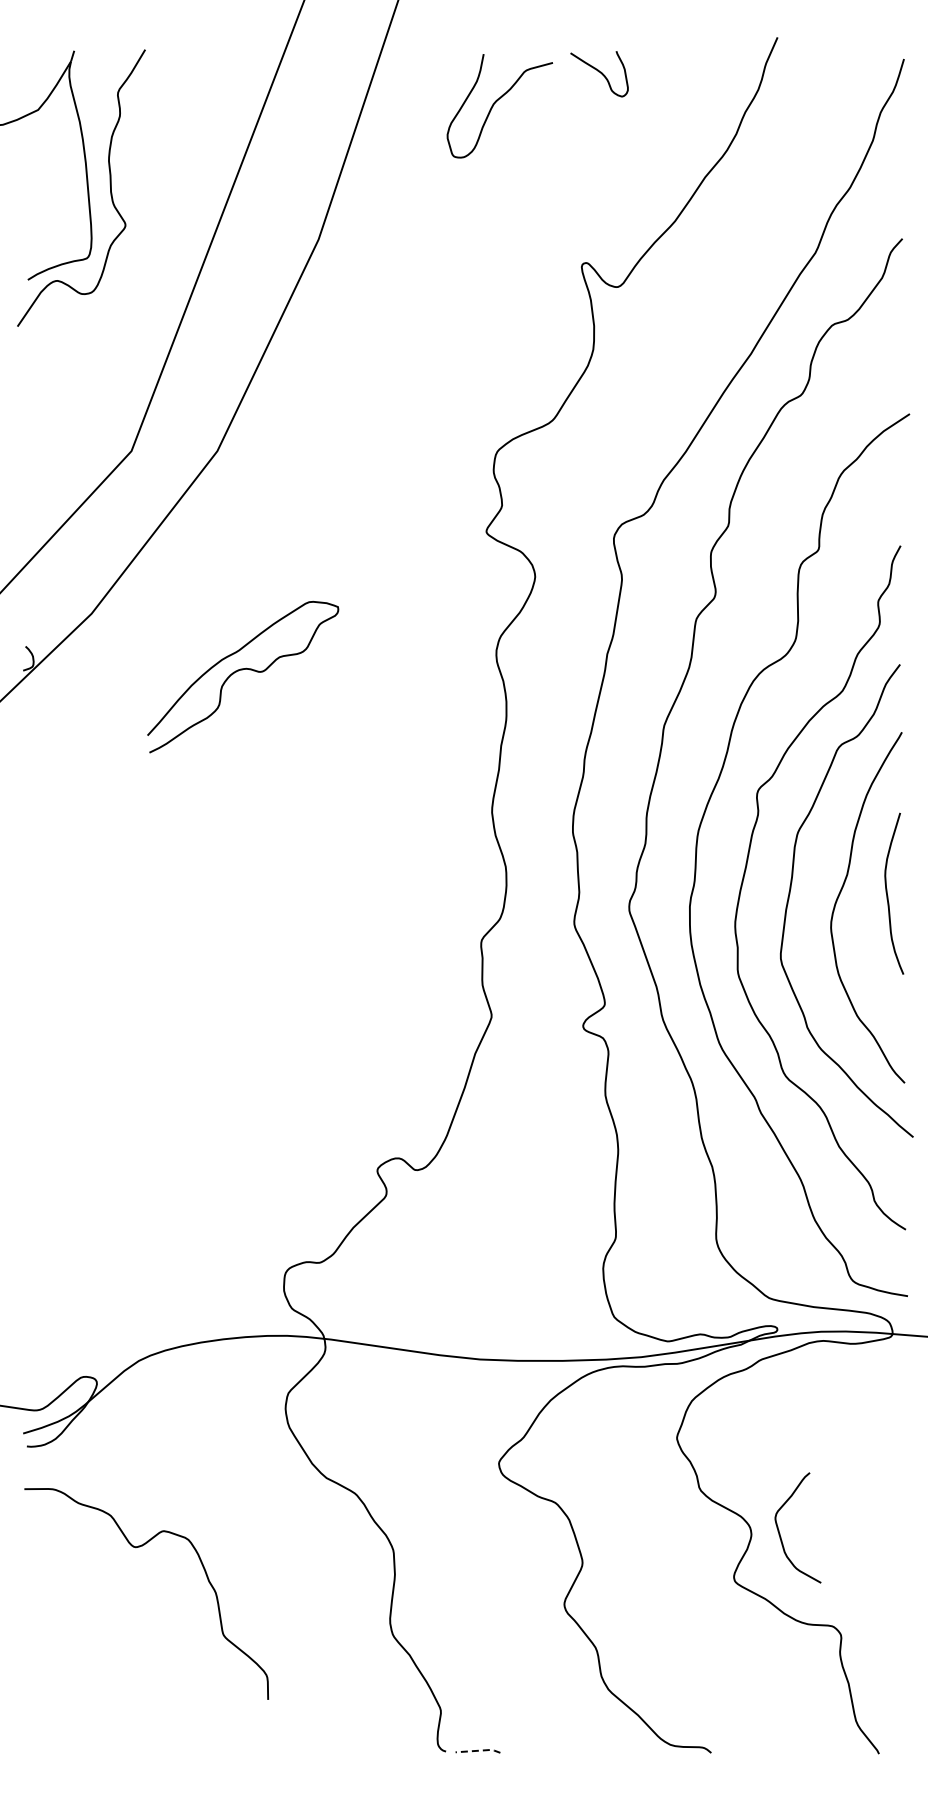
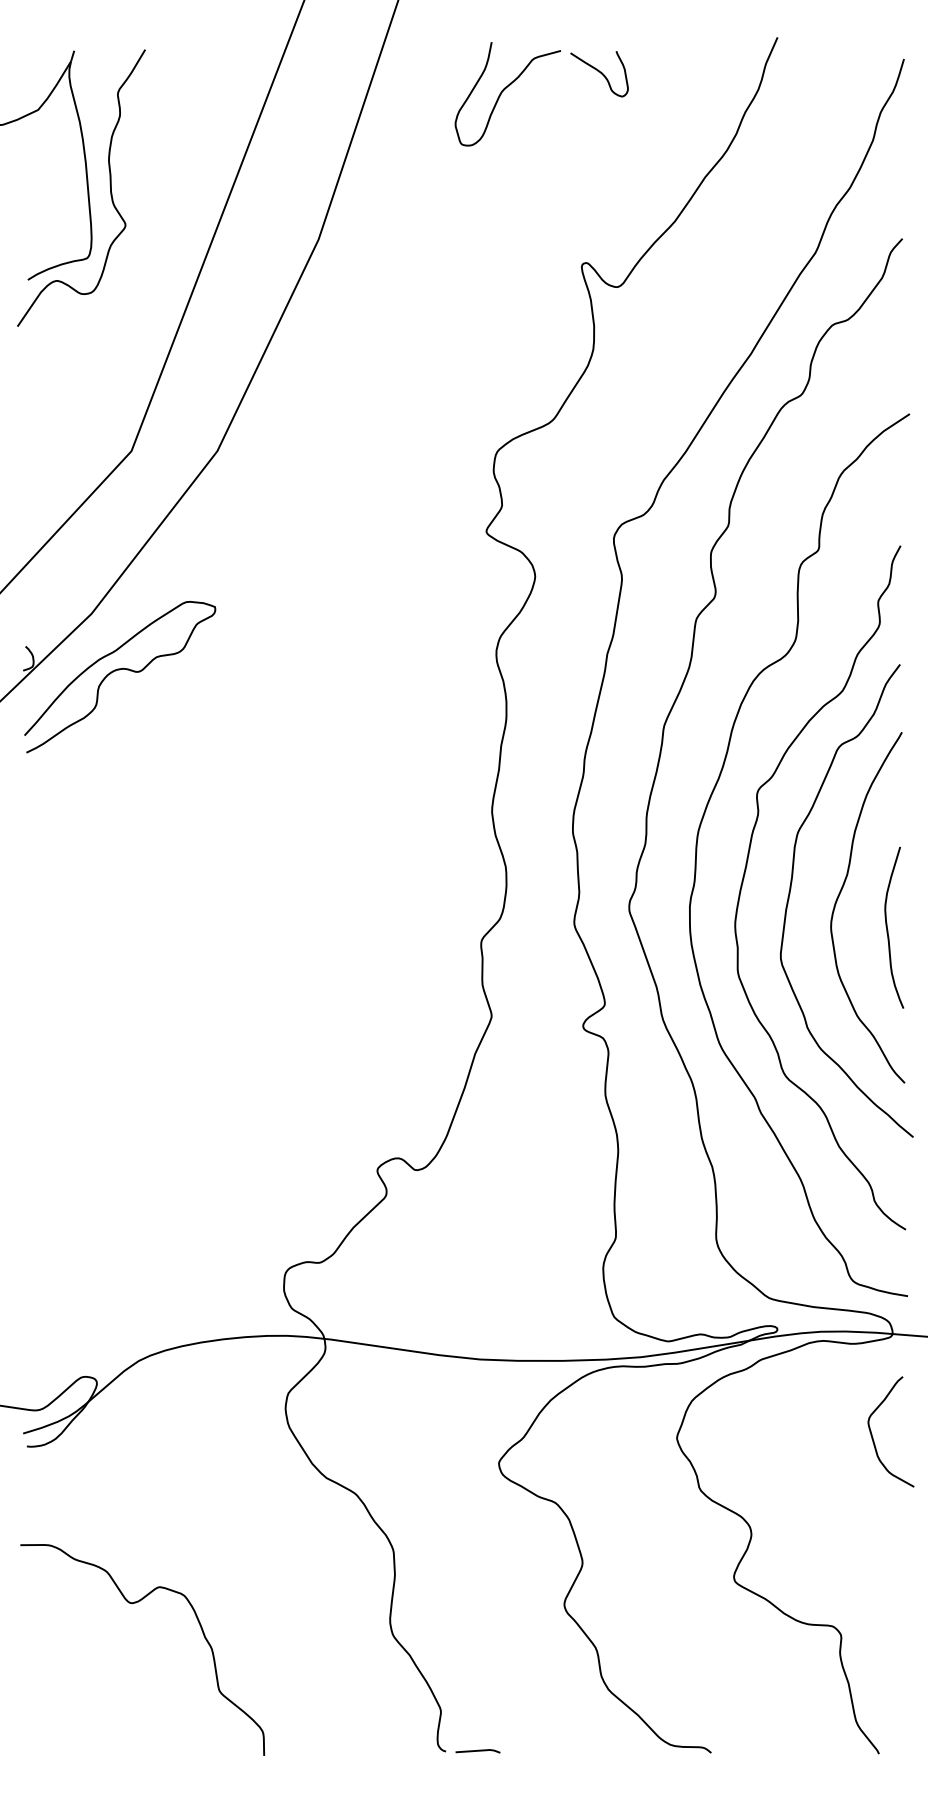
curve at (496, 102) position: (496, 102) -> (504, 90)
curve at (242, 670) position: (242, 670) -> (119, 670)
curve at (888, 895) position: (888, 895) -> (888, 929)
curve at (780, 1533) position: (780, 1533) -> (873, 1437)
curve at (135, 1548) position: (135, 1548) -> (131, 1604)
line at (479, 1750): dashed -> solid
